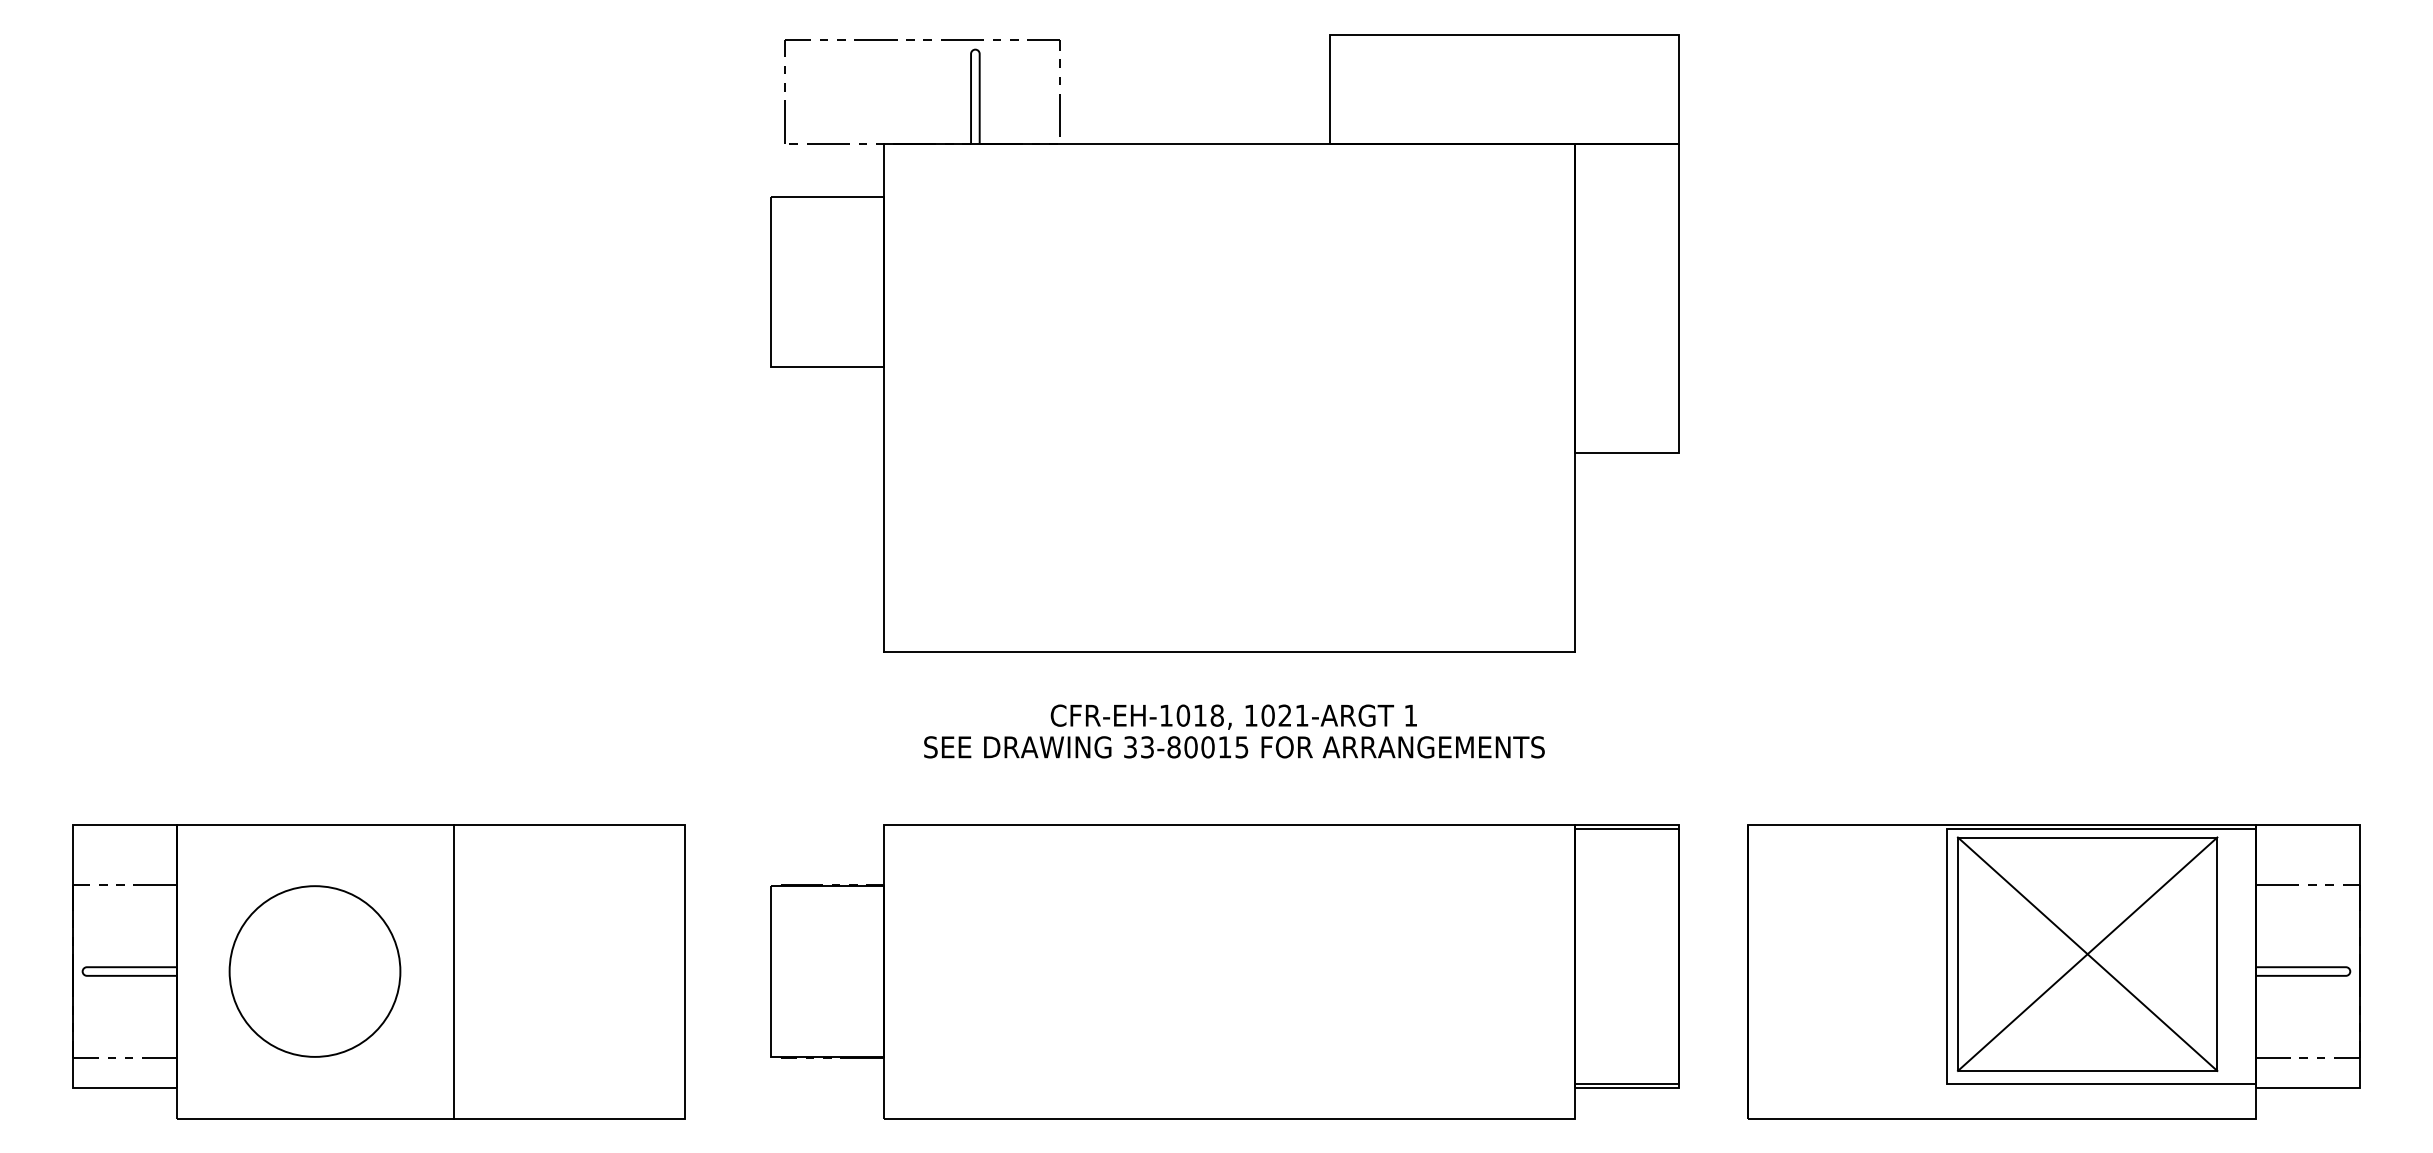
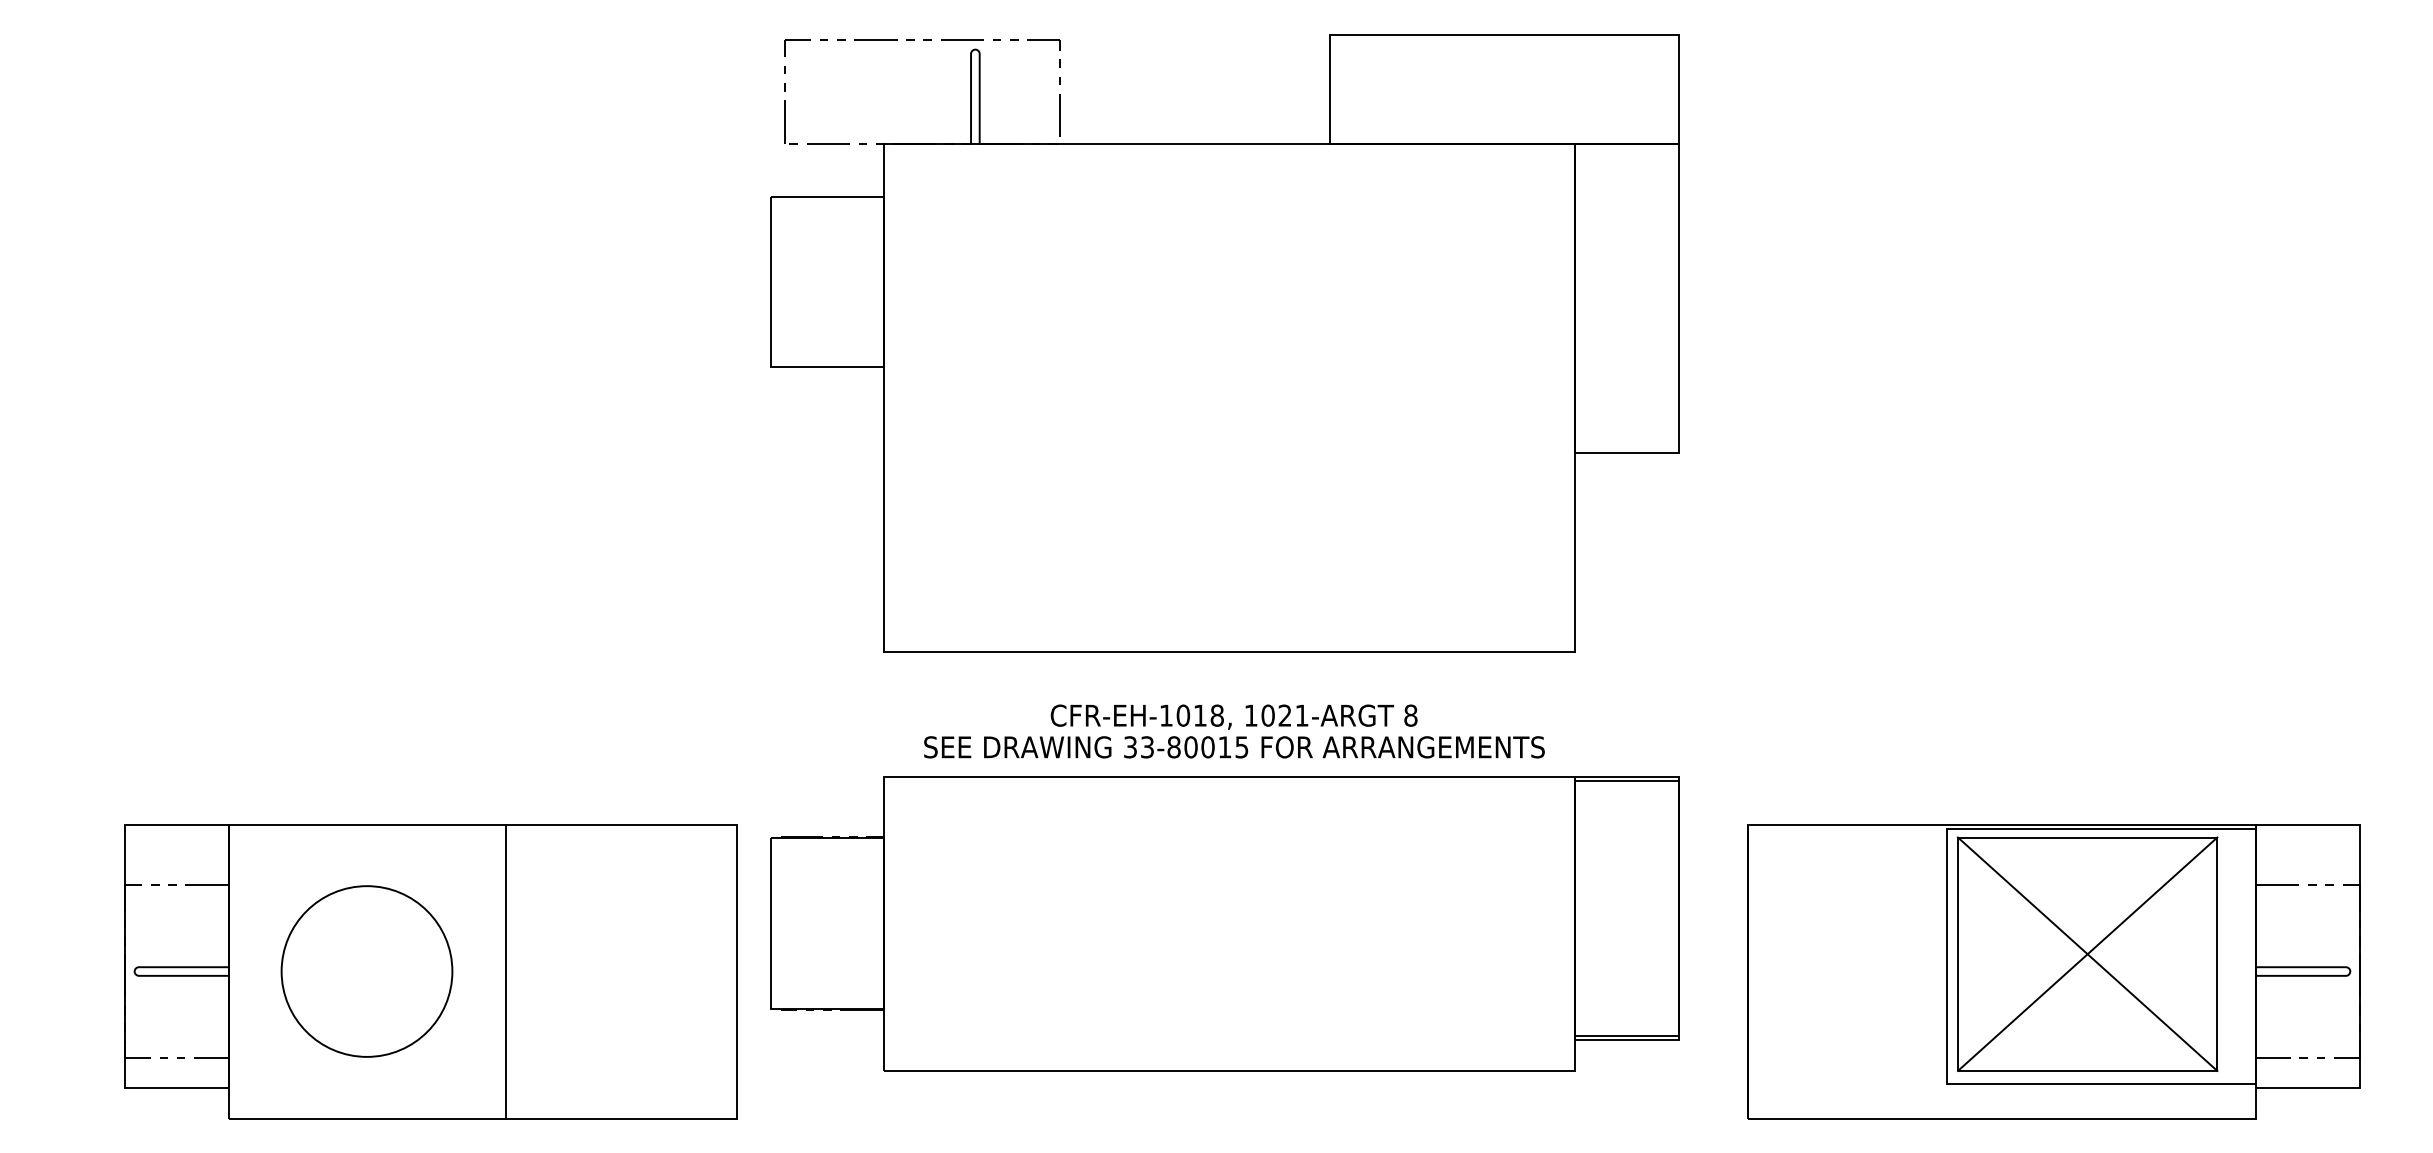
text at (1410, 715): 1 -> 8
part at (378, 971) position: (378, 971) -> (430, 971)
part at (1224, 971) position: (1224, 971) -> (1224, 923)
